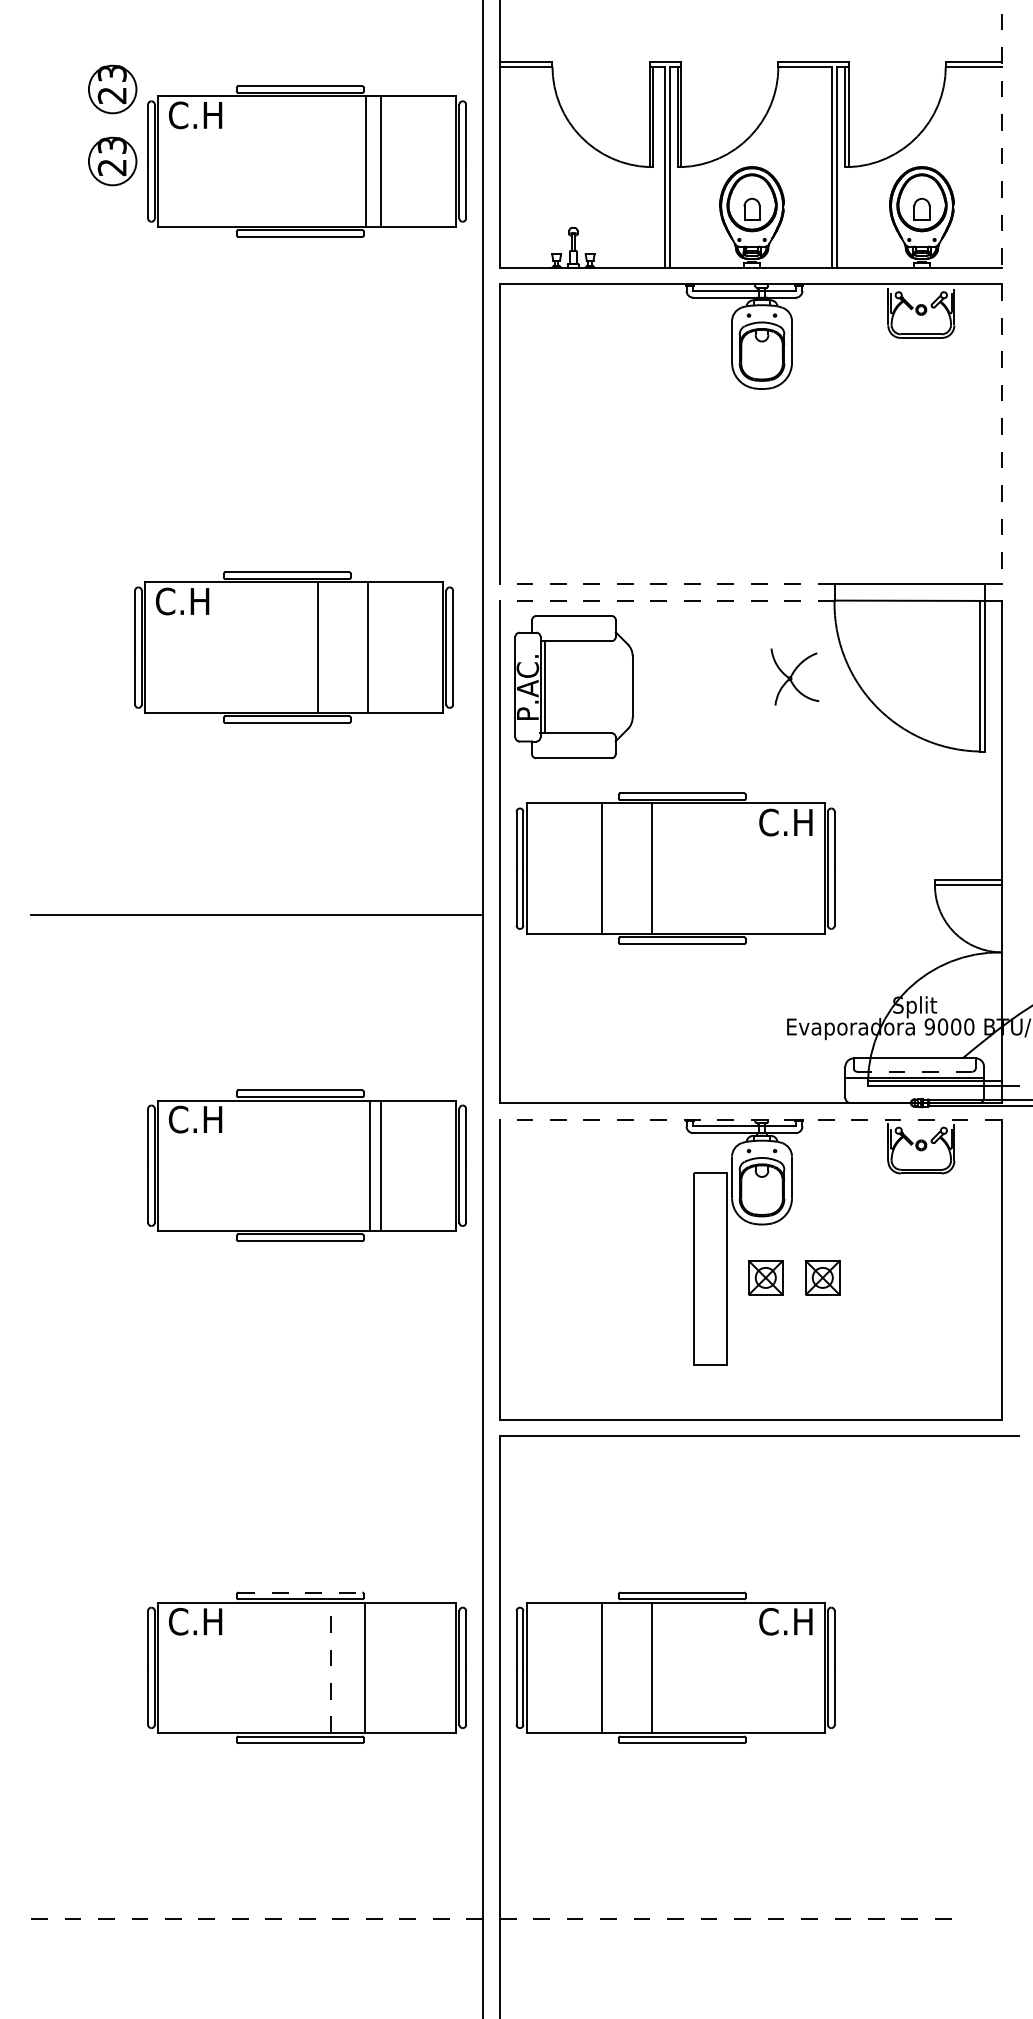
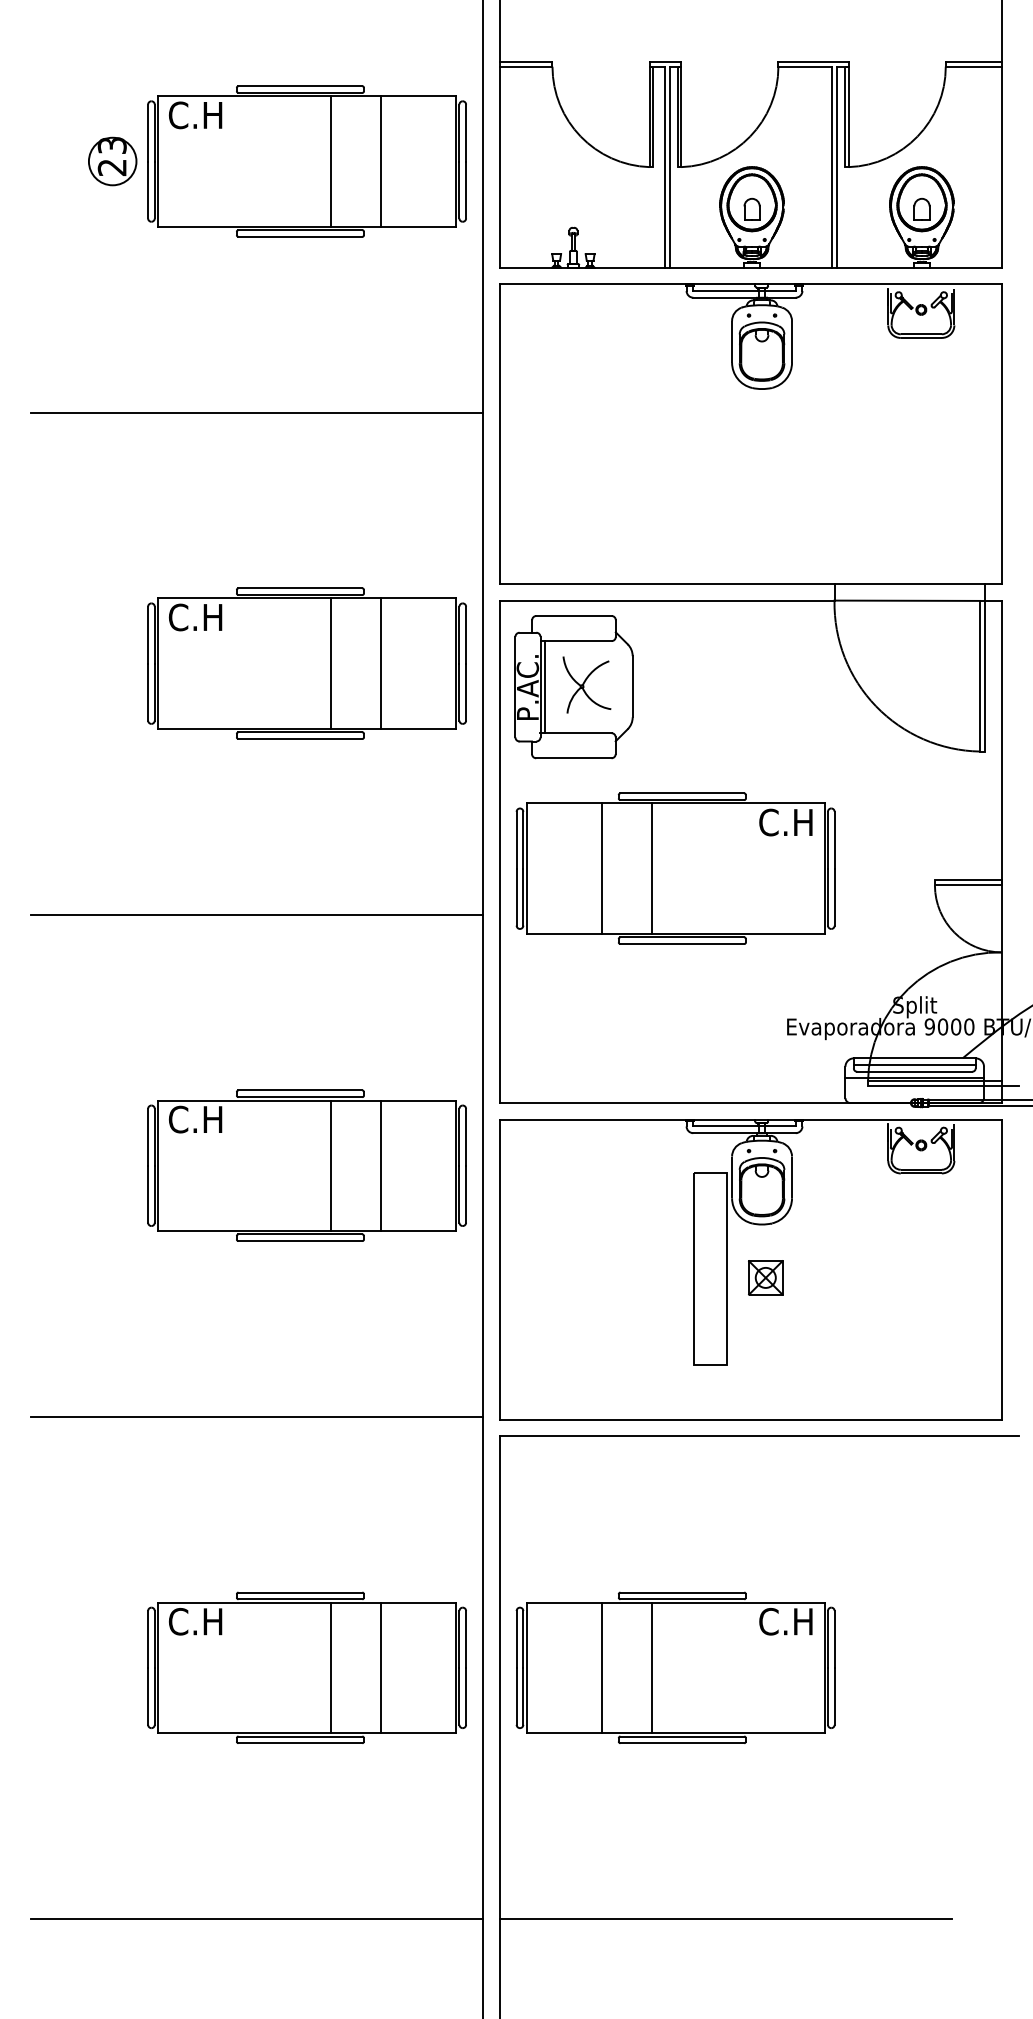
part at (112, 89): present -> none
line at (1001, 134): dashed -> solid
line at (365, 161) position: (365, 161) -> (330, 161)
line at (257, 412): none -> present
line at (1001, 434): dashed -> solid
line at (666, 584): dashed -> solid
line at (666, 600): dashed -> solid
part at (293, 647) position: (293, 647) -> (306, 663)
part at (794, 676) position: (794, 676) -> (586, 684)
line at (914, 1065): none -> present
line at (914, 1071): dashed -> solid
line at (750, 1119): dashed -> solid
line at (369, 1165) position: (369, 1165) -> (330, 1165)
part at (822, 1277): present -> none
line at (257, 1416): none -> present
line at (300, 1592): dashed -> solid
line at (330, 1667): dashed -> solid
line at (364, 1667) position: (364, 1667) -> (380, 1667)
line at (257, 1918): dashed -> solid
line at (725, 1918): dashed -> solid
